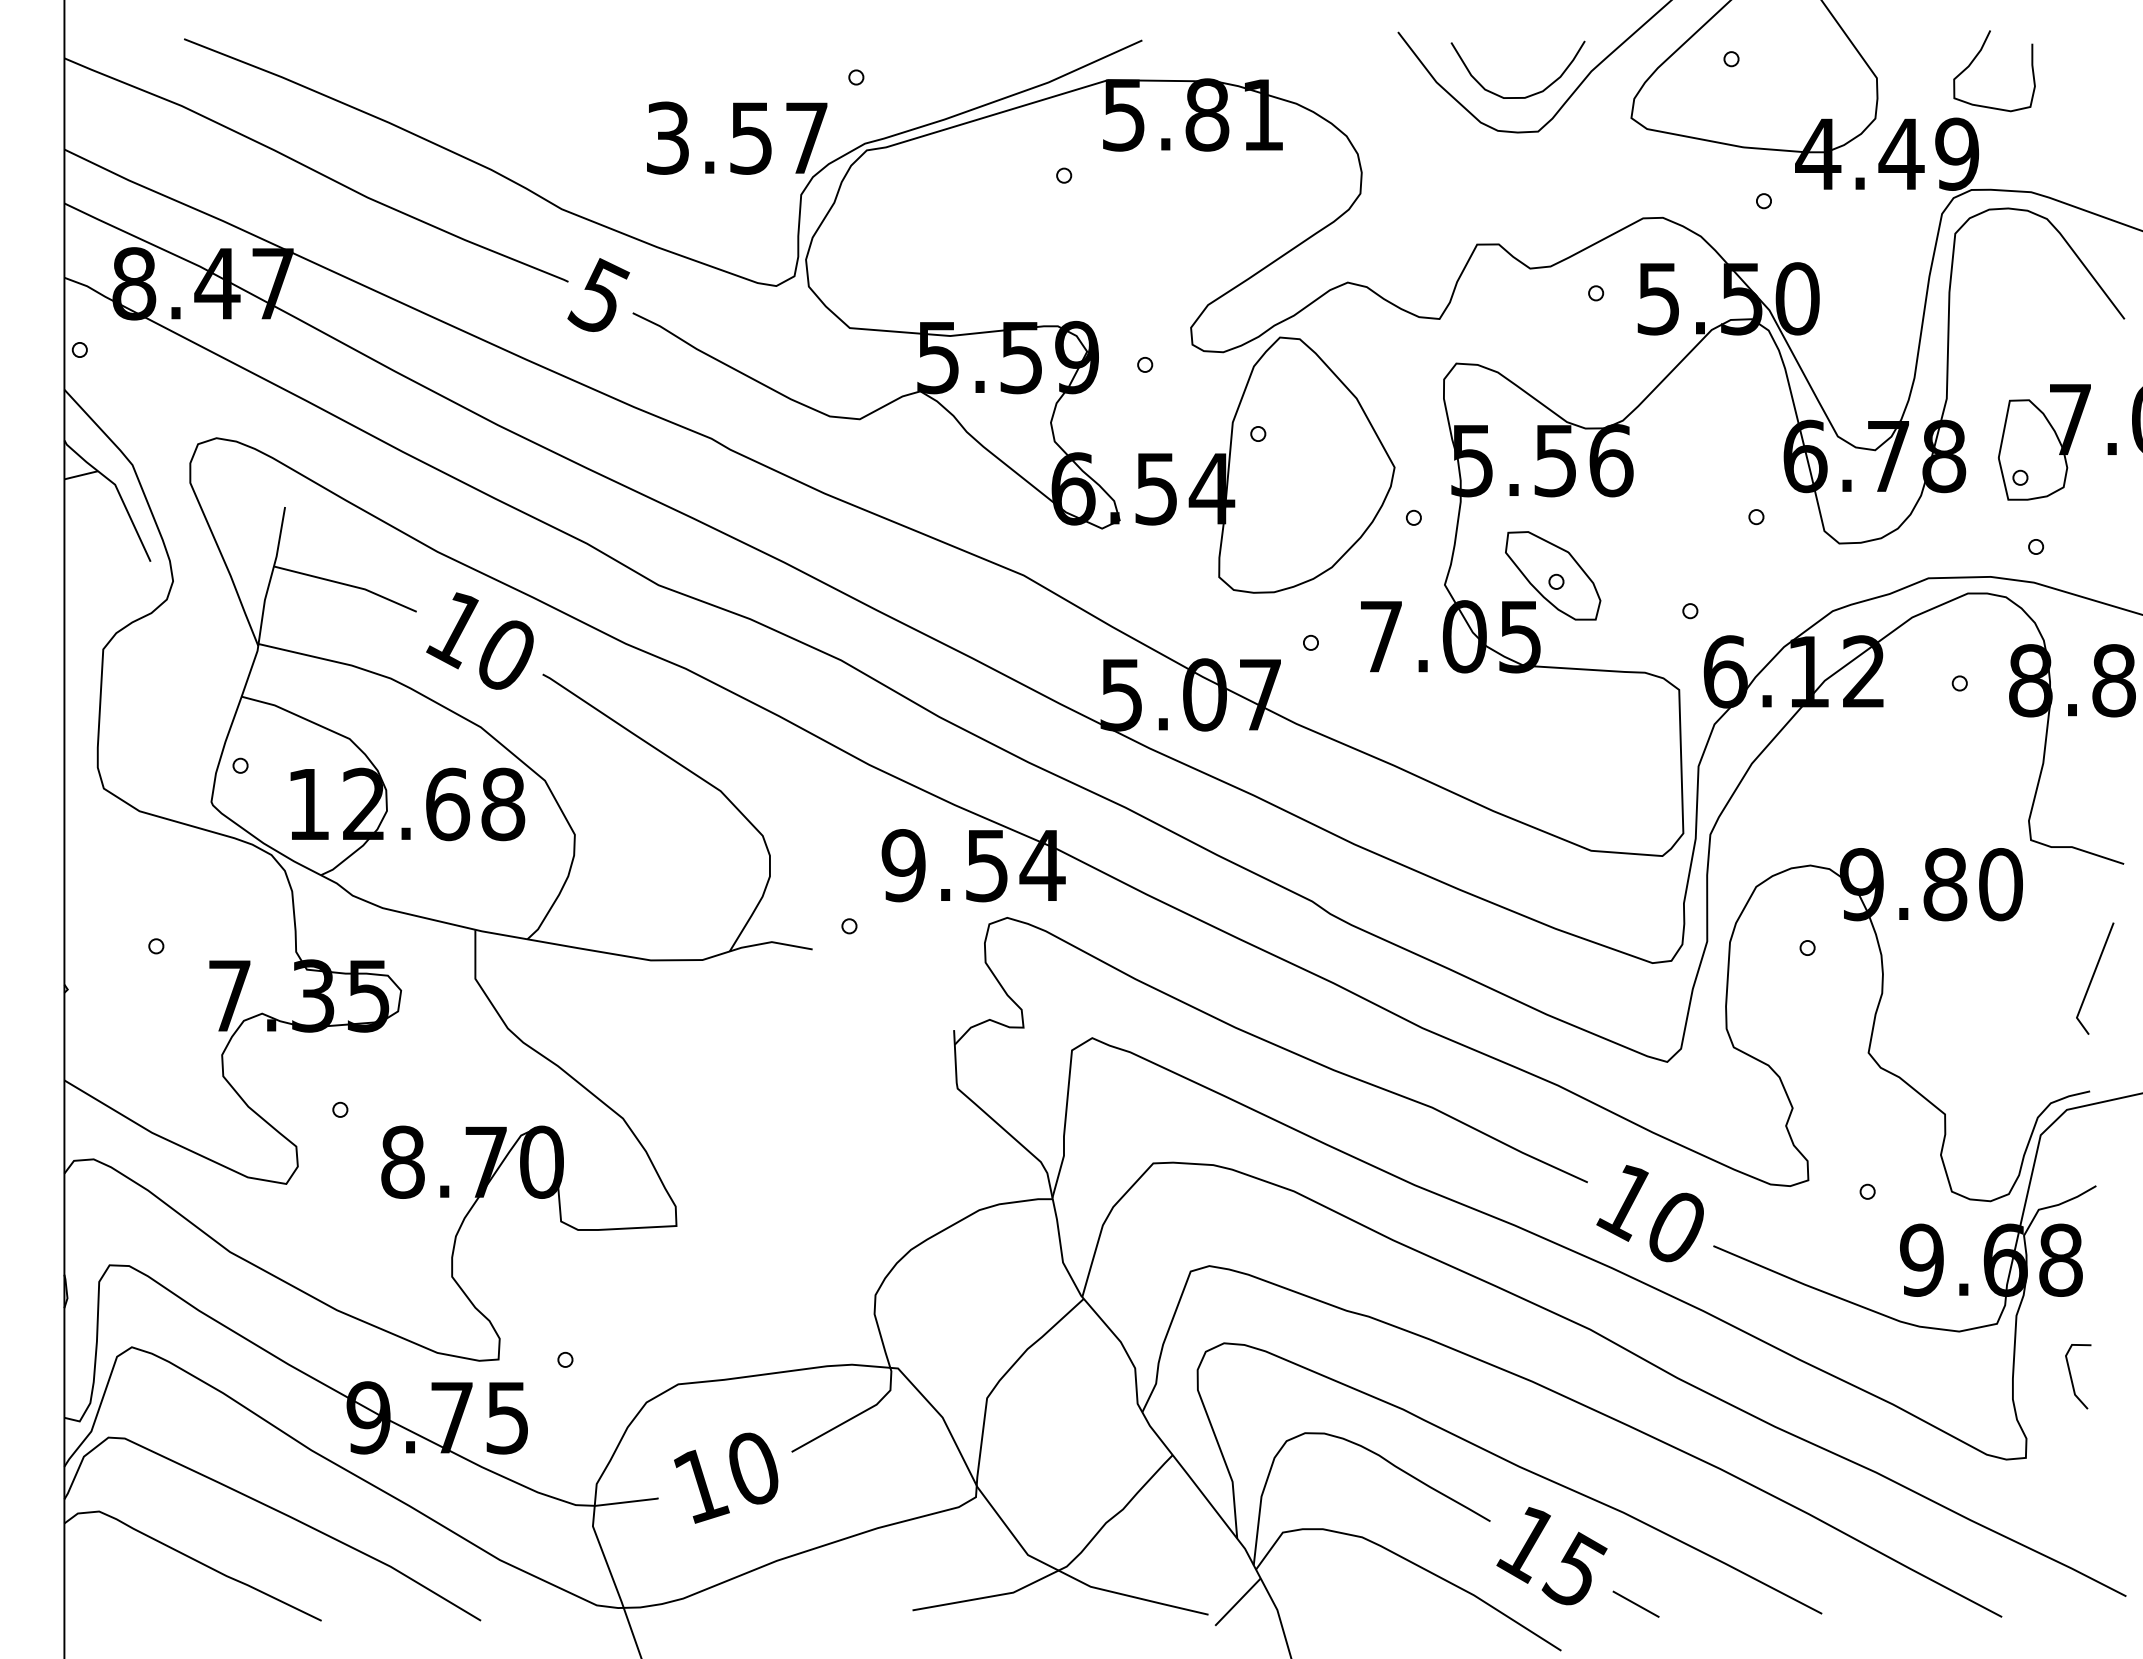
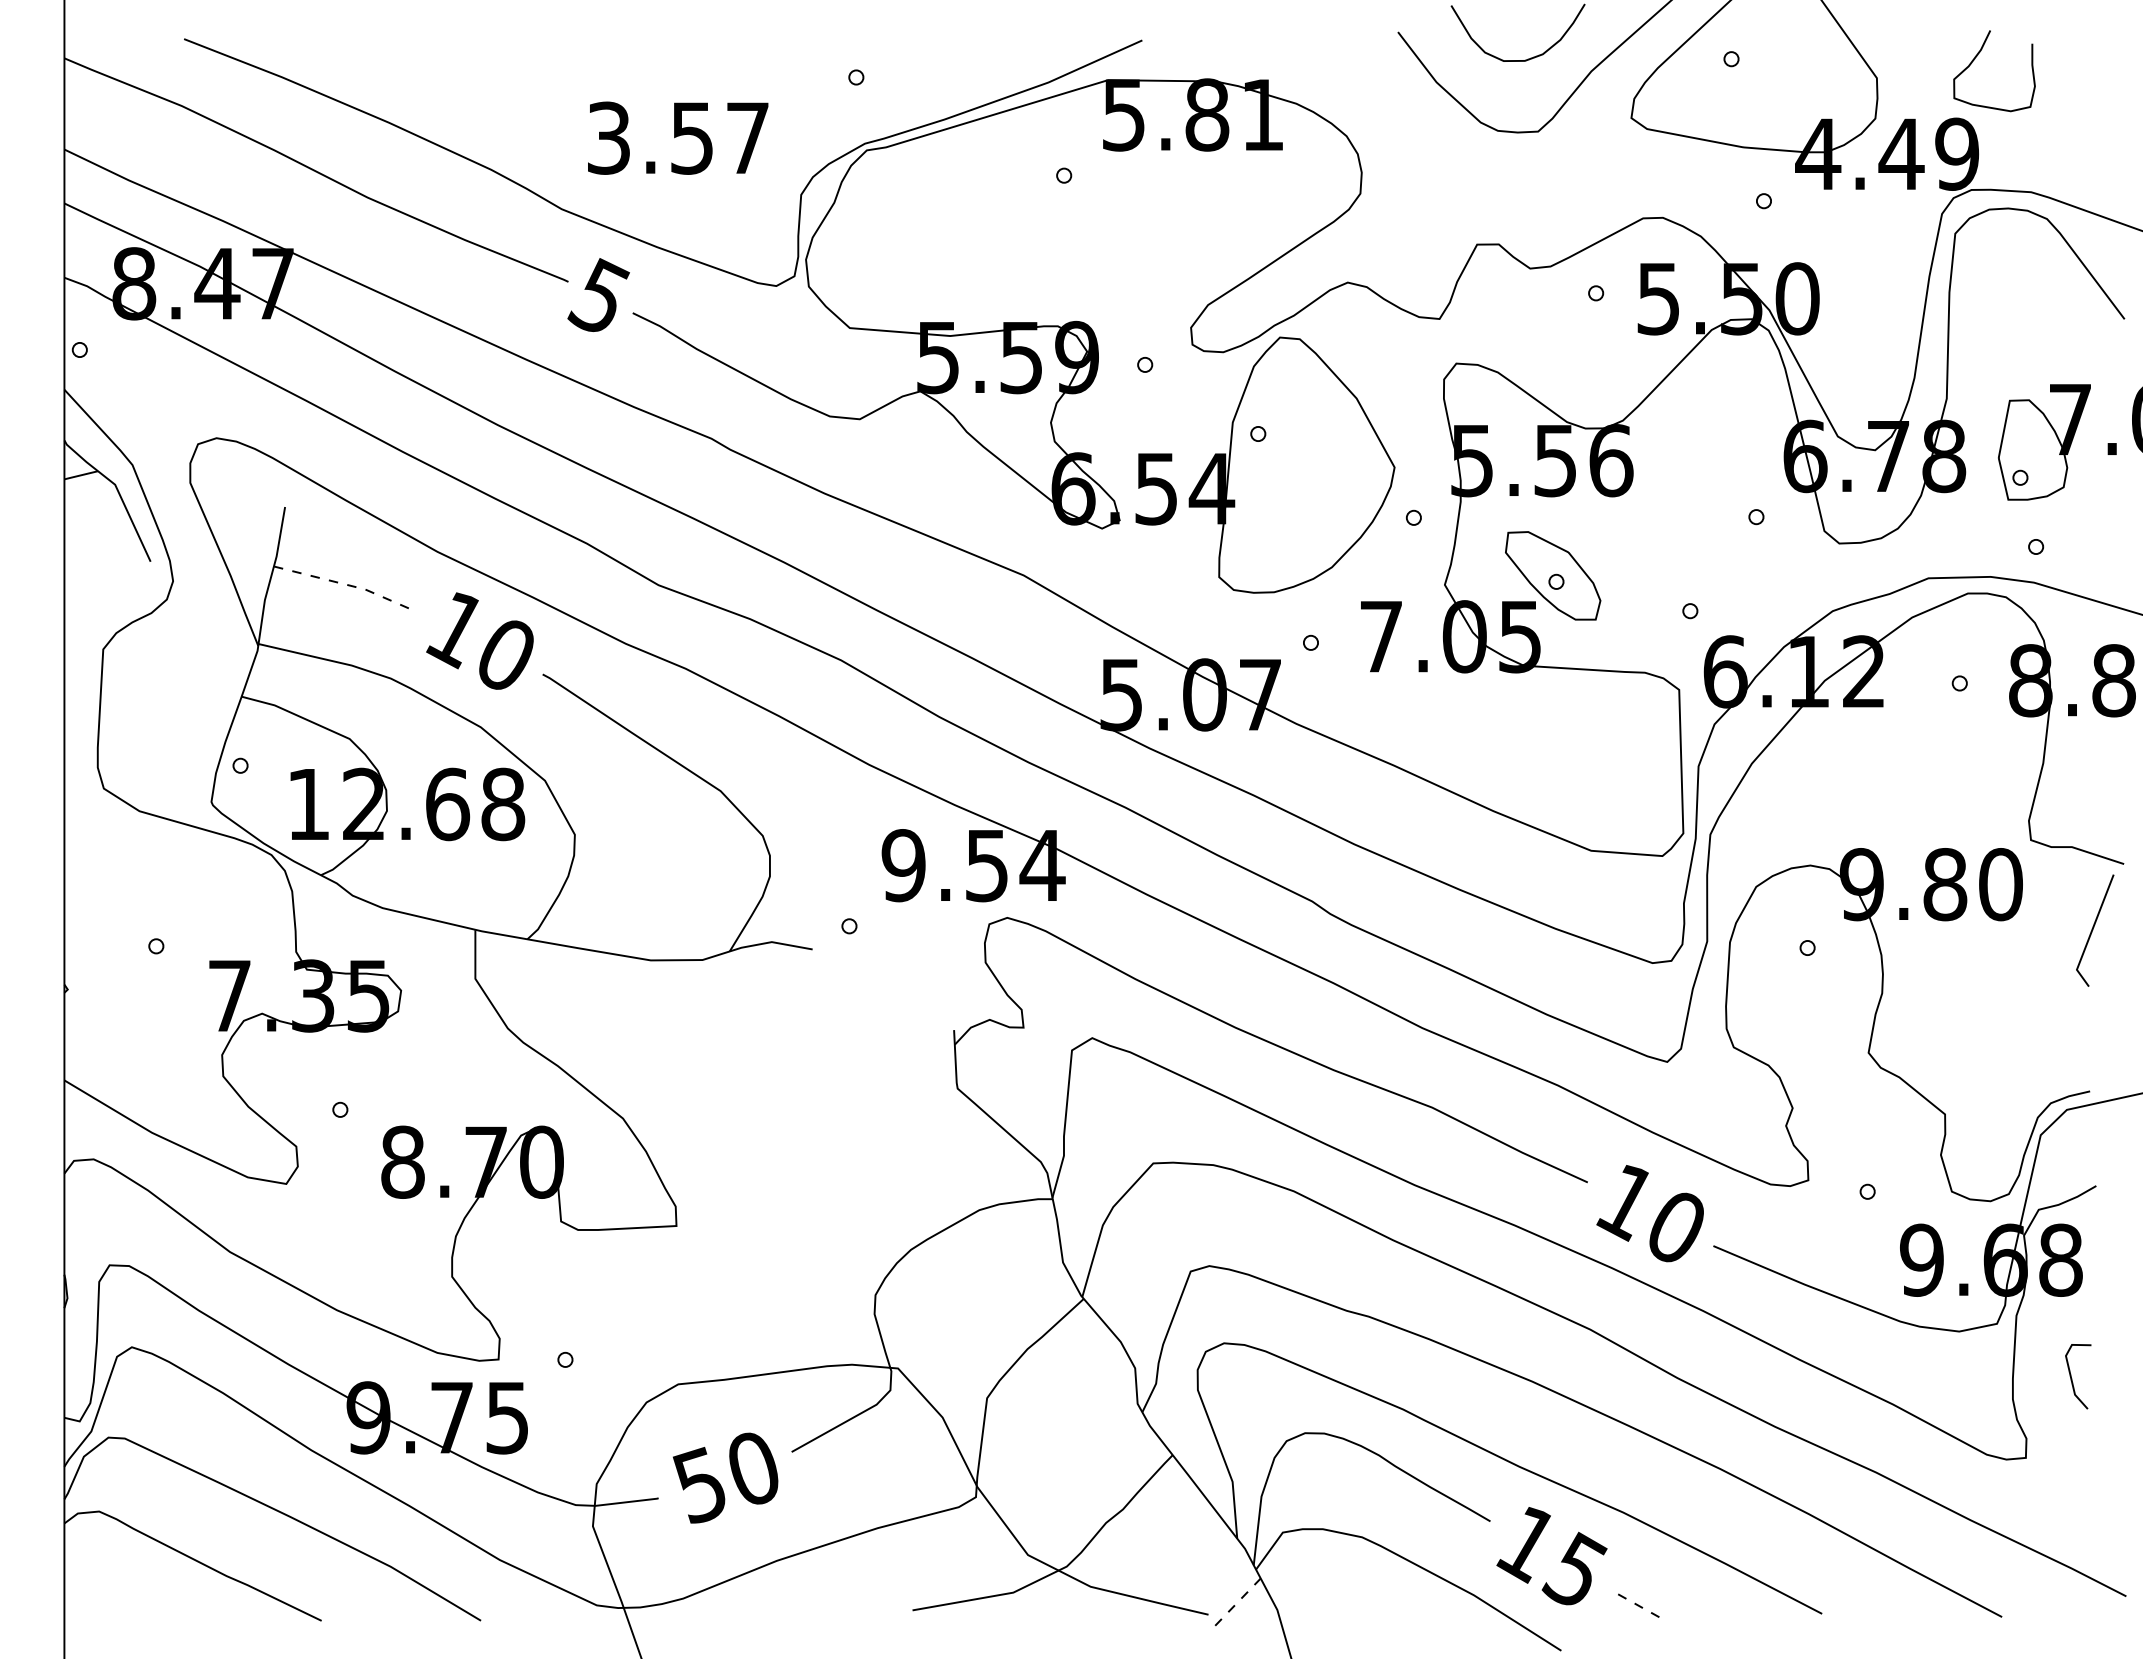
curve at (1517, 97) position: (1517, 97) -> (1517, 60)
text at (737, 137) position: (737, 137) -> (678, 137)
line at (347, 585): solid -> dashed
line at (2093, 978) position: (2093, 978) -> (2093, 930)
text at (700, 1484): 10 -> 50
line at (1238, 1602): solid -> dashed
line at (1636, 1604): solid -> dashed
